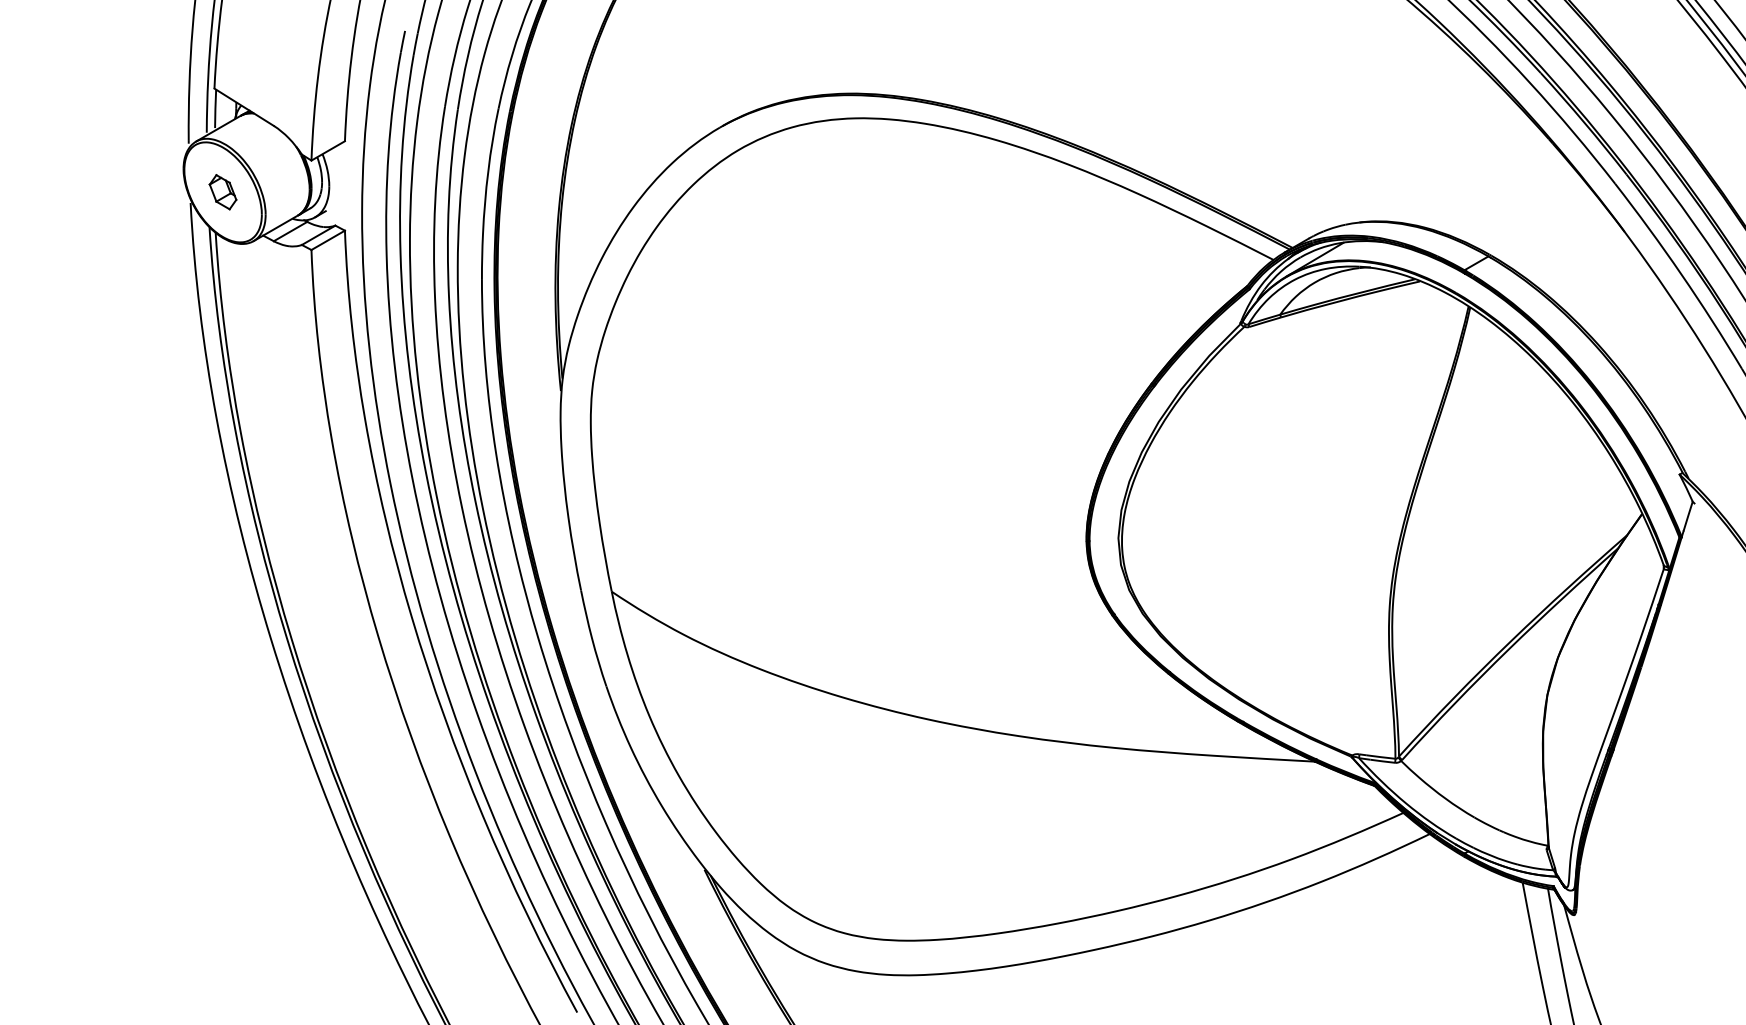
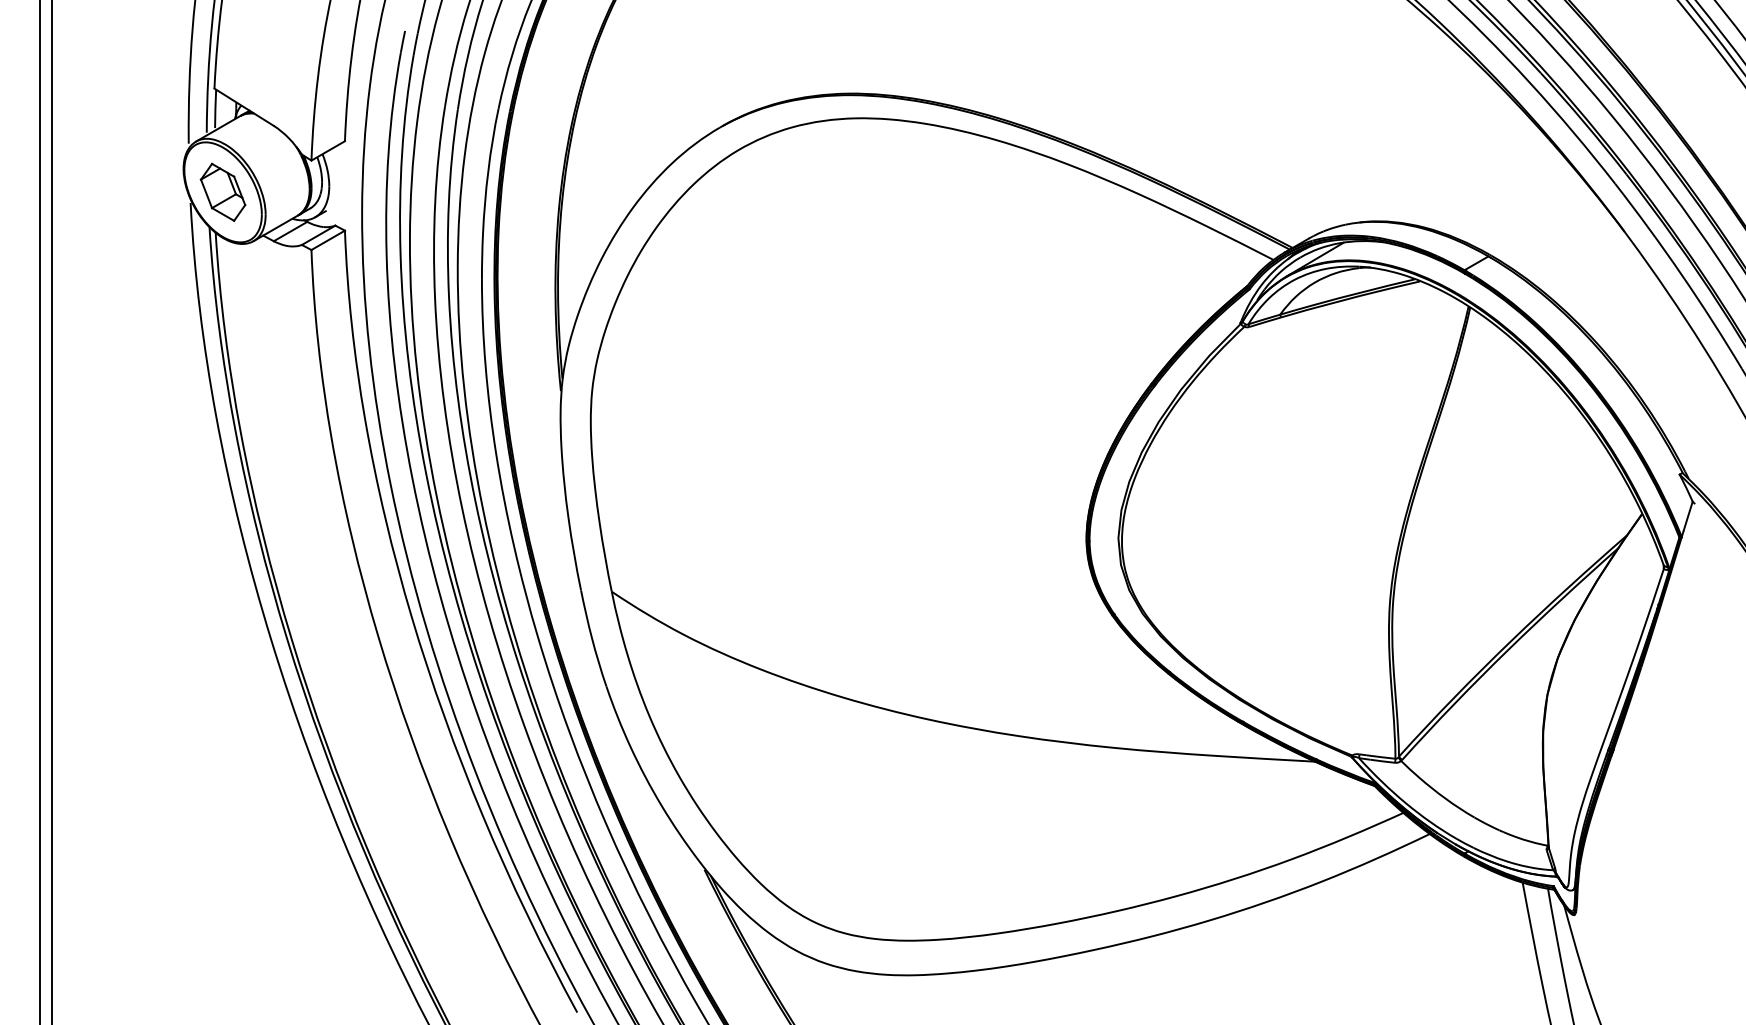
part at (222, 192) size: 30x37 px -> 48x60 px
line at (40, 511): none -> present
line at (52, 511): none -> present
